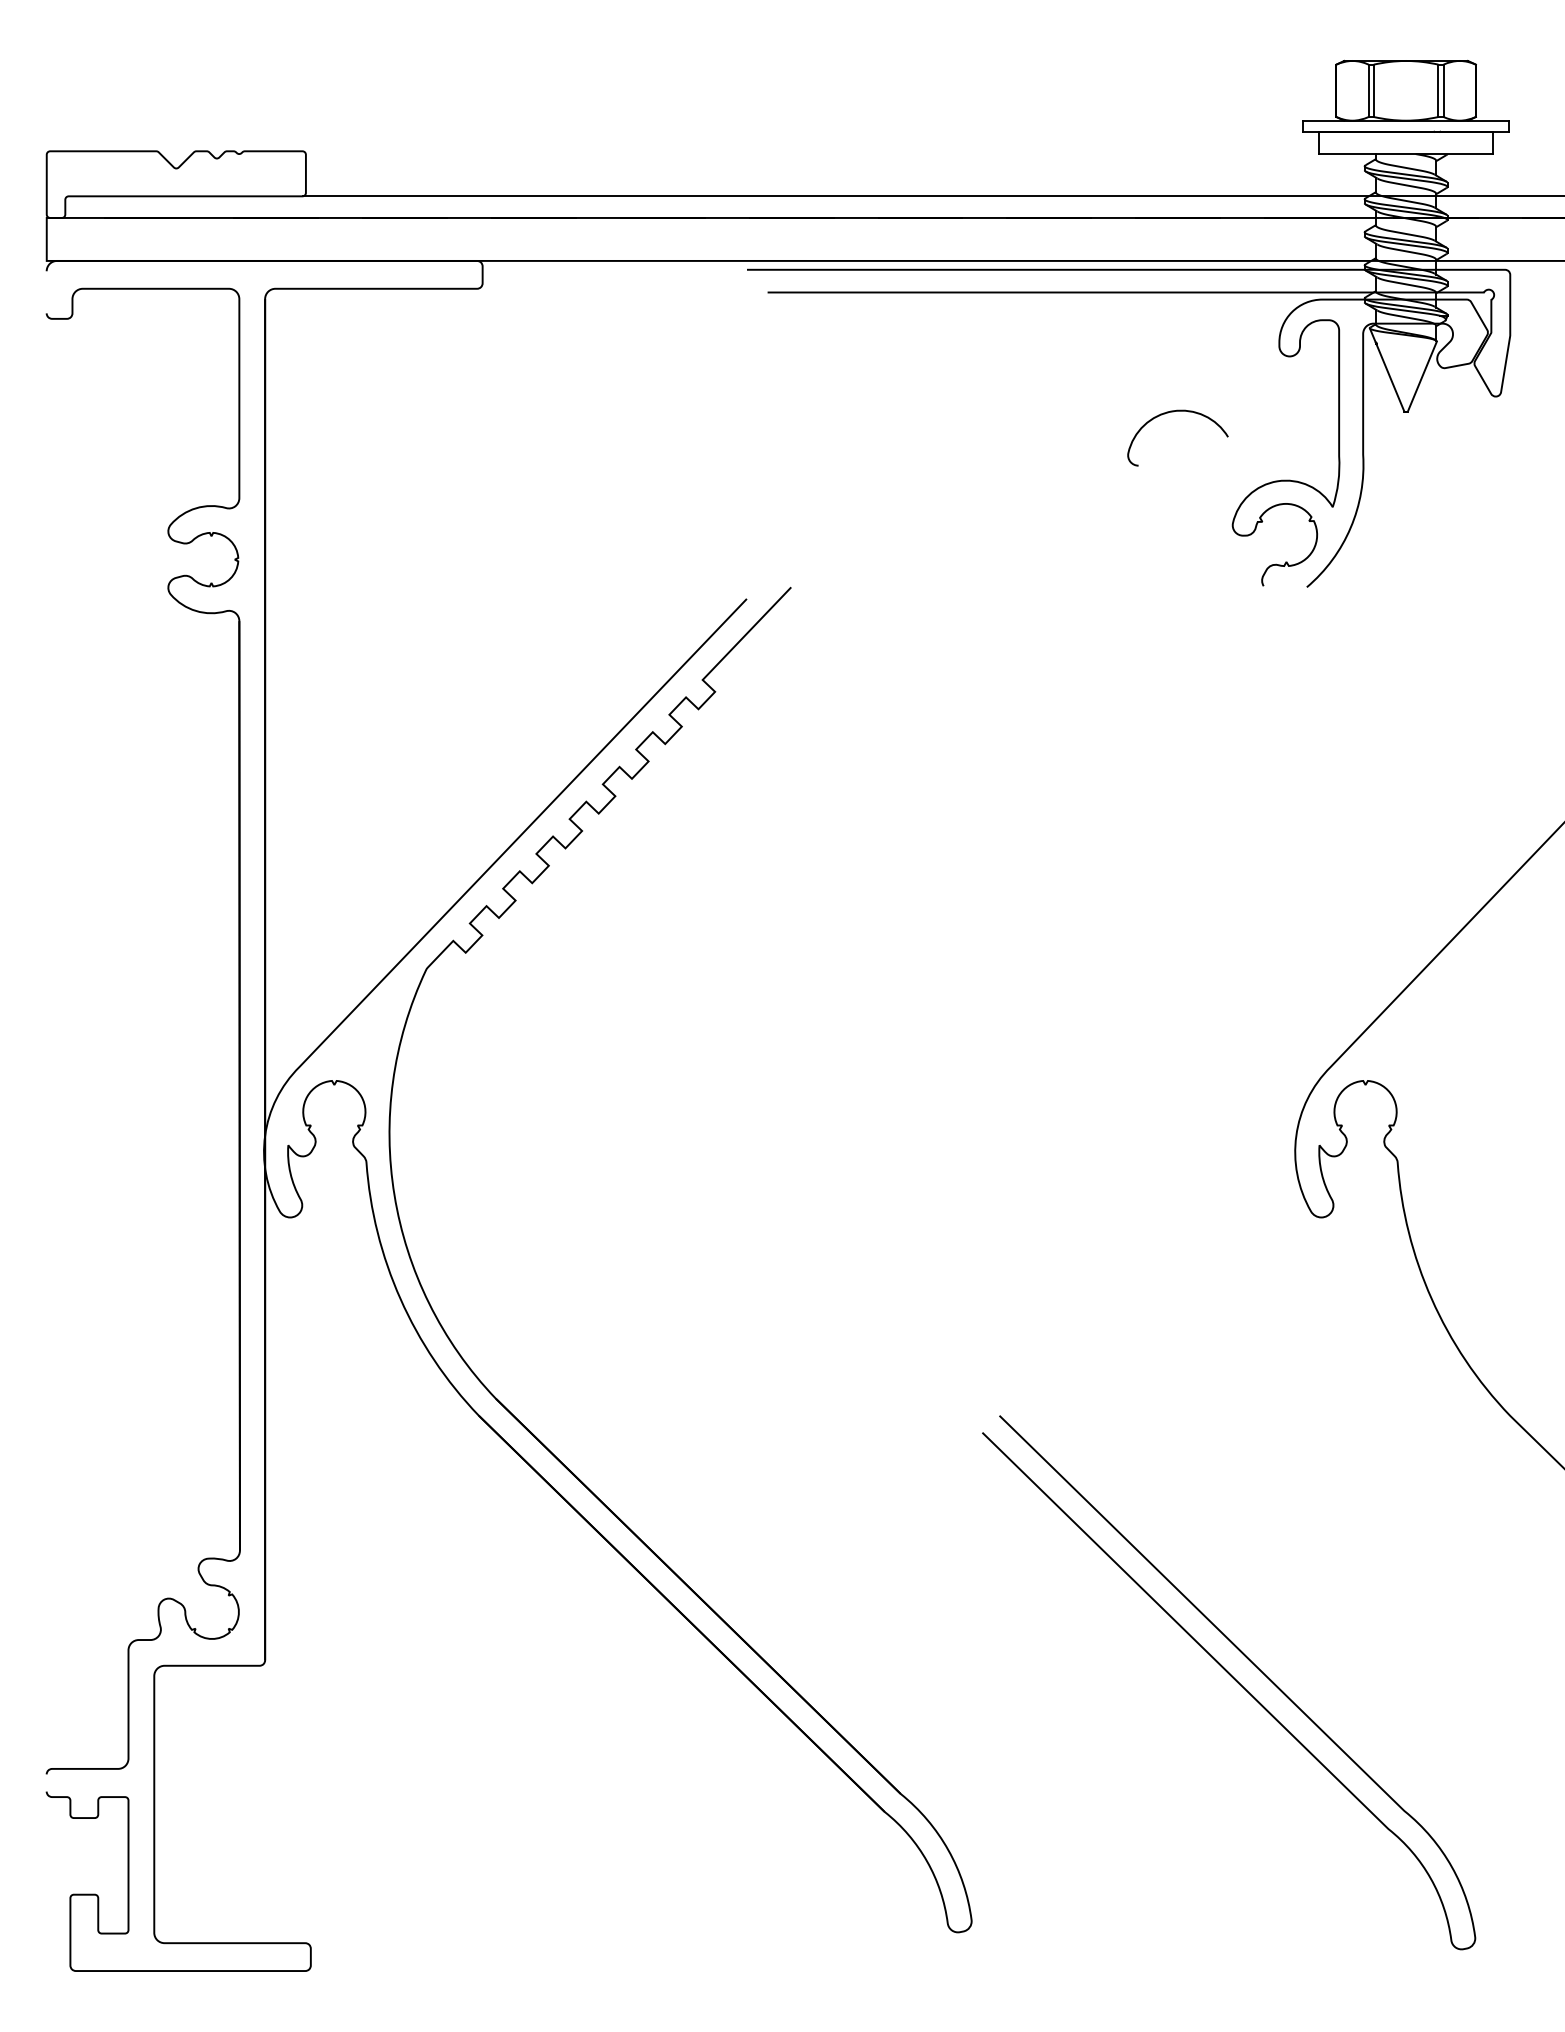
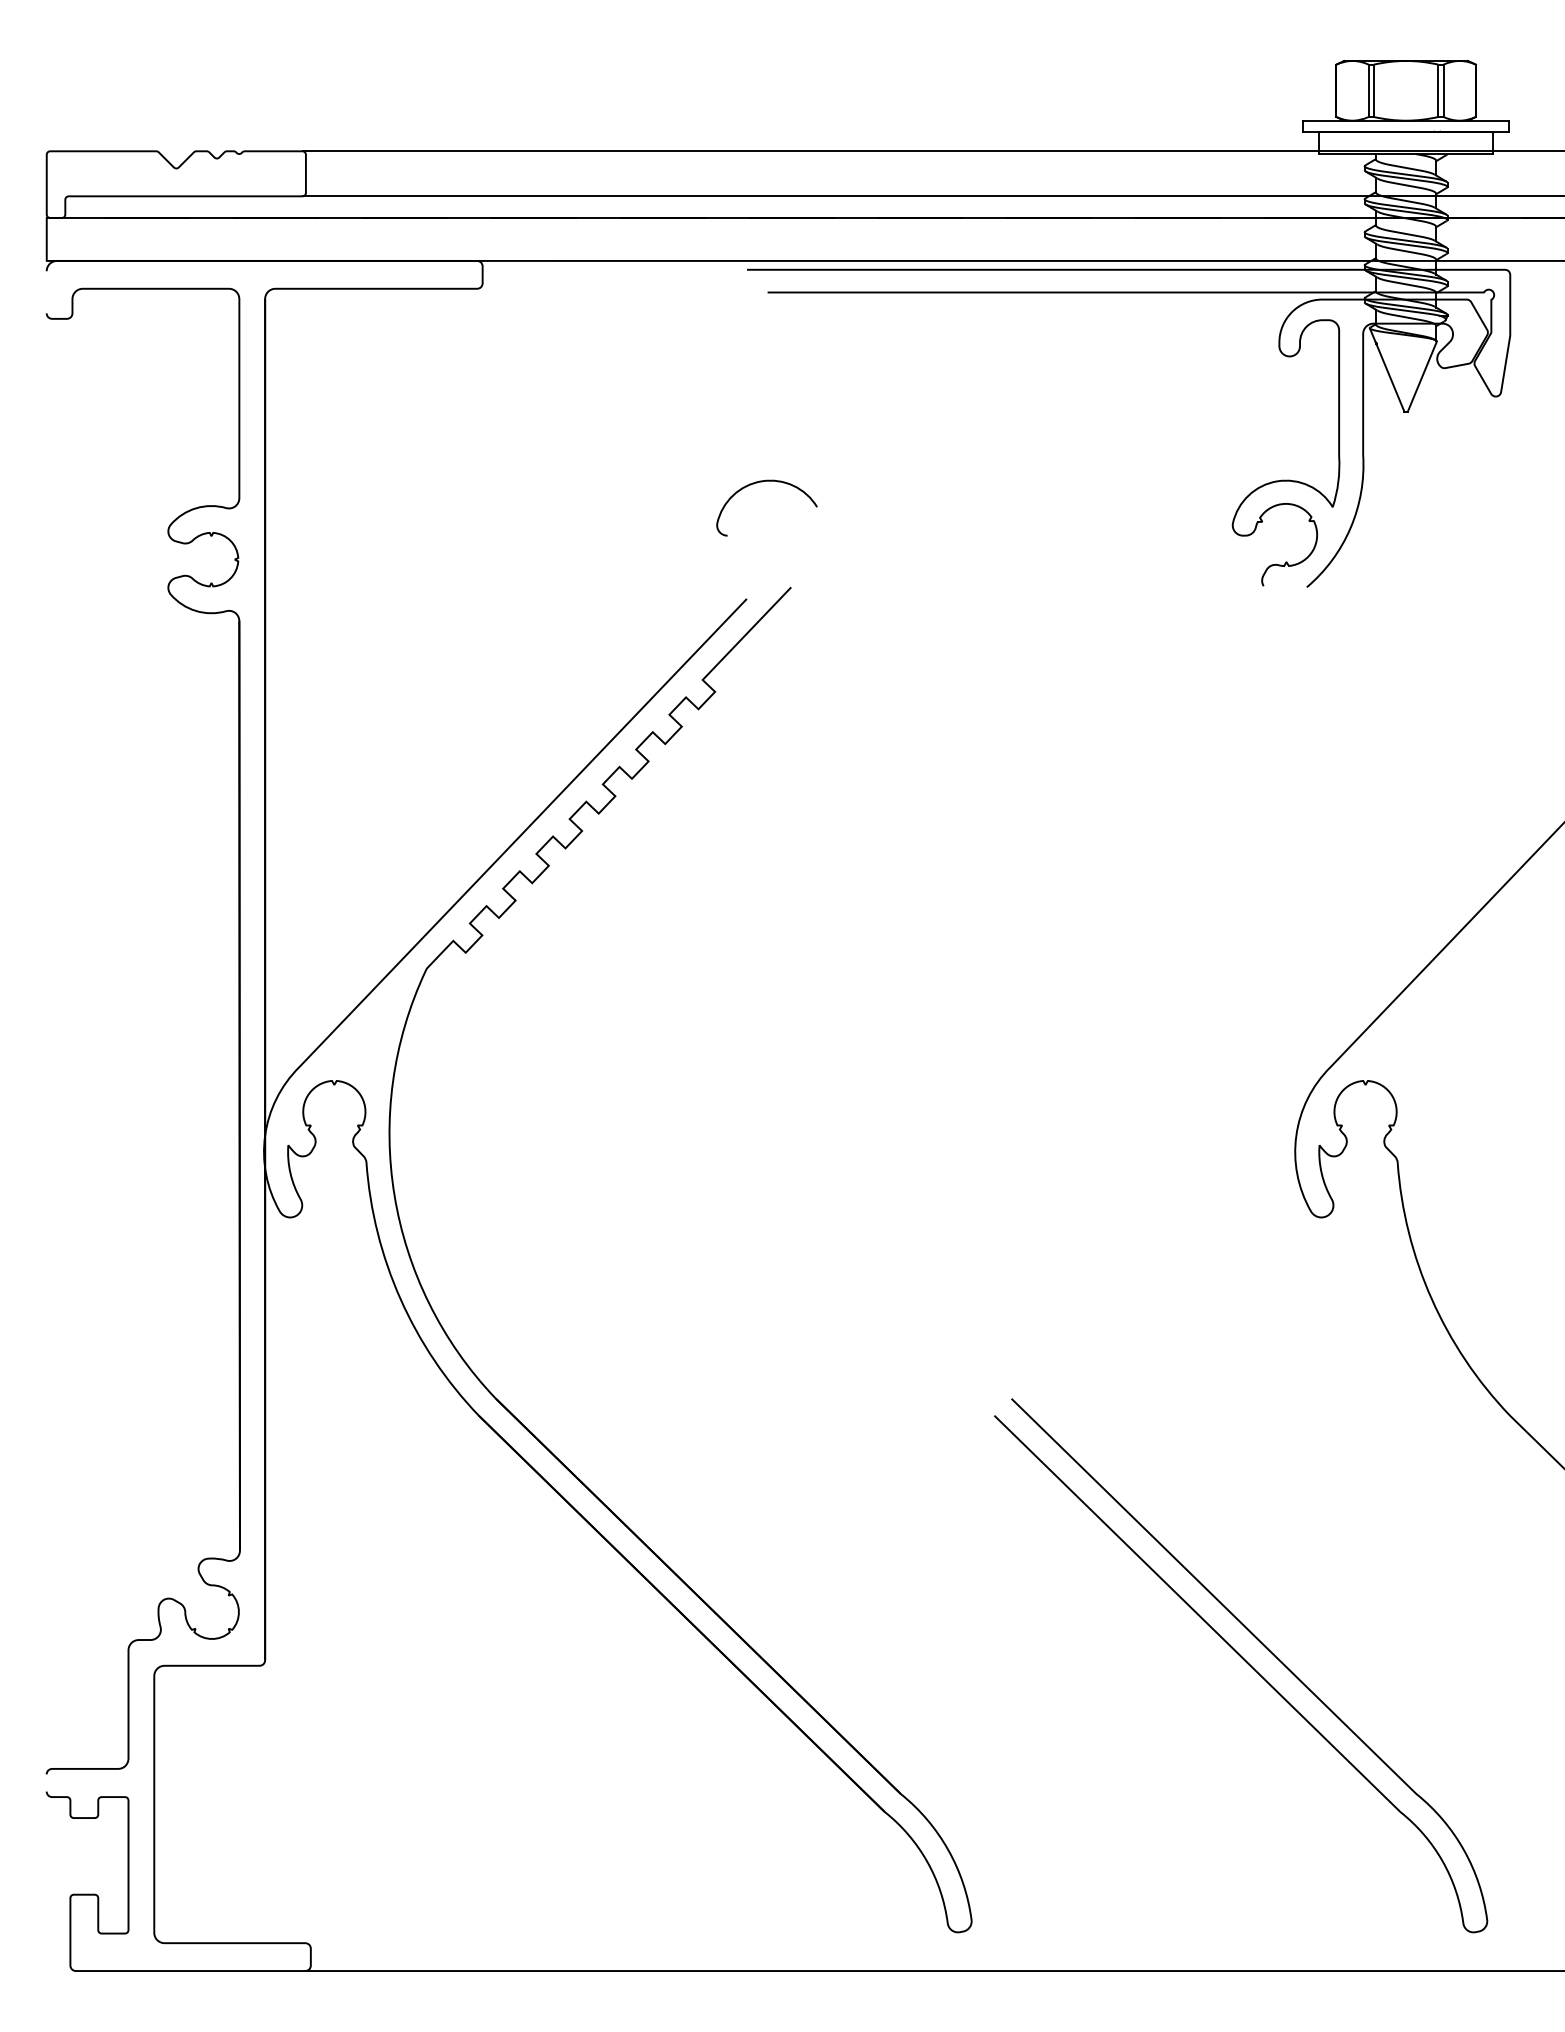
line at (931, 151): none -> present
curve at (1173, 412) position: (1173, 412) -> (762, 482)
curve at (1232, 1678) position: (1232, 1678) -> (1244, 1661)
line at (933, 1971): none -> present
